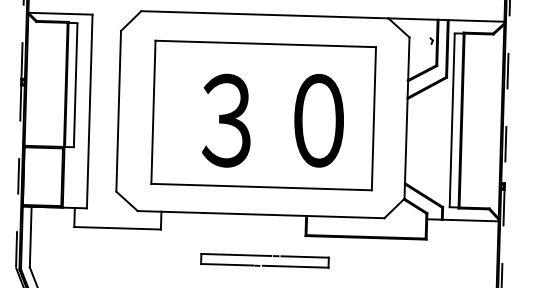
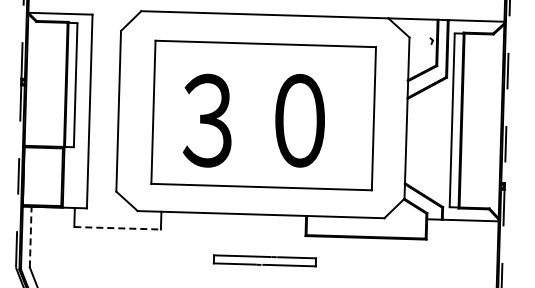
text at (272, 120) position: (272, 120) -> (253, 120)
line at (118, 228): solid -> dashed
line at (30, 236): solid -> dashed
part at (264, 260) size: 130x16 px -> 105x14 px
